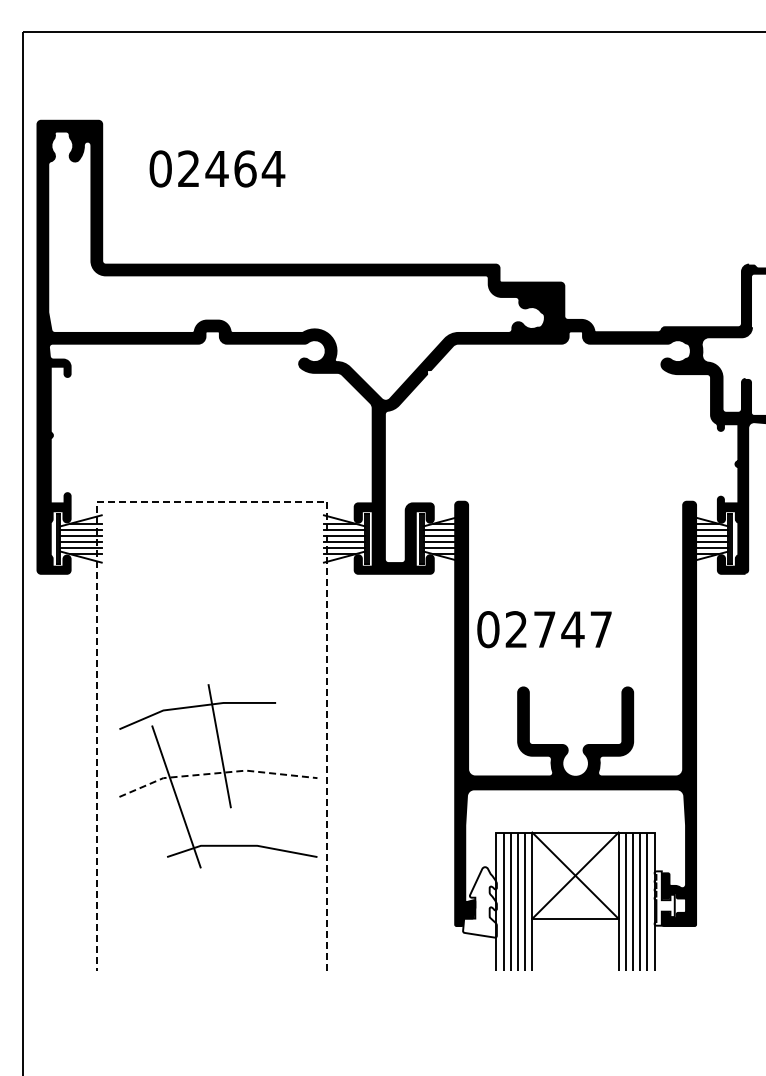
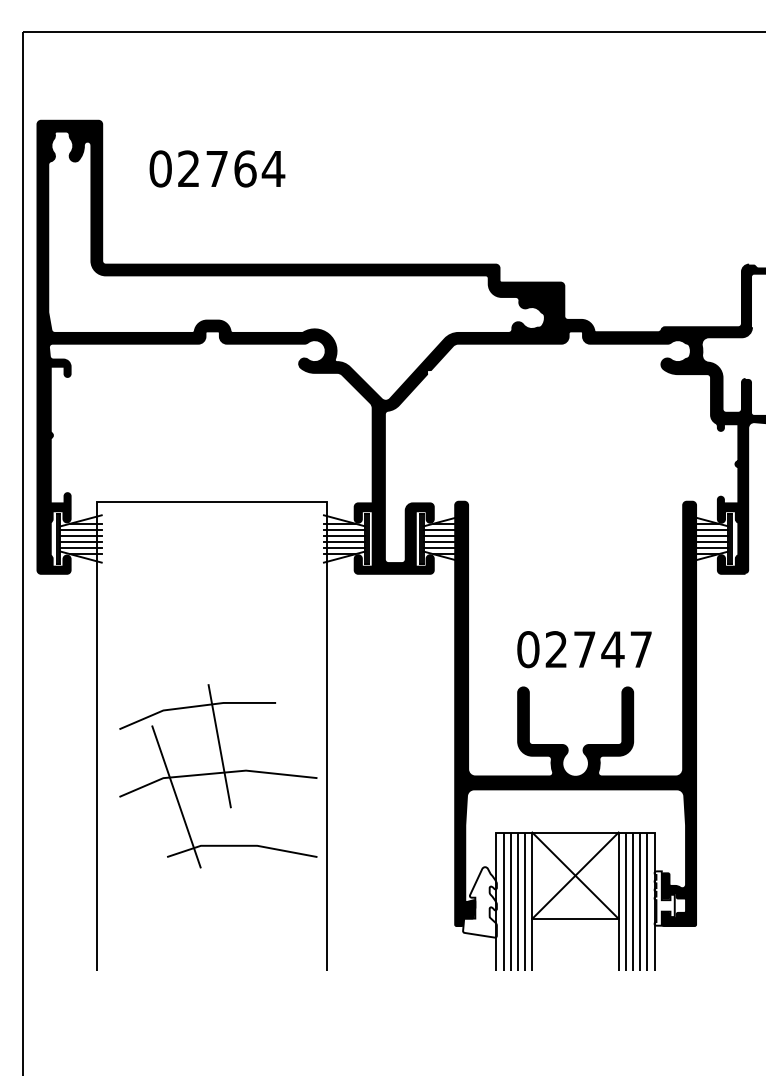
text at (216, 168): 02464 -> 02764
line at (211, 501): dashed -> solid
text at (544, 629) position: (544, 629) -> (584, 649)
line at (216, 773): dashed -> solid
